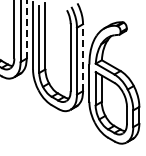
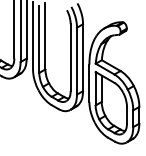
line at (26, 29): dashed -> solid
line at (83, 57): dashed -> solid
